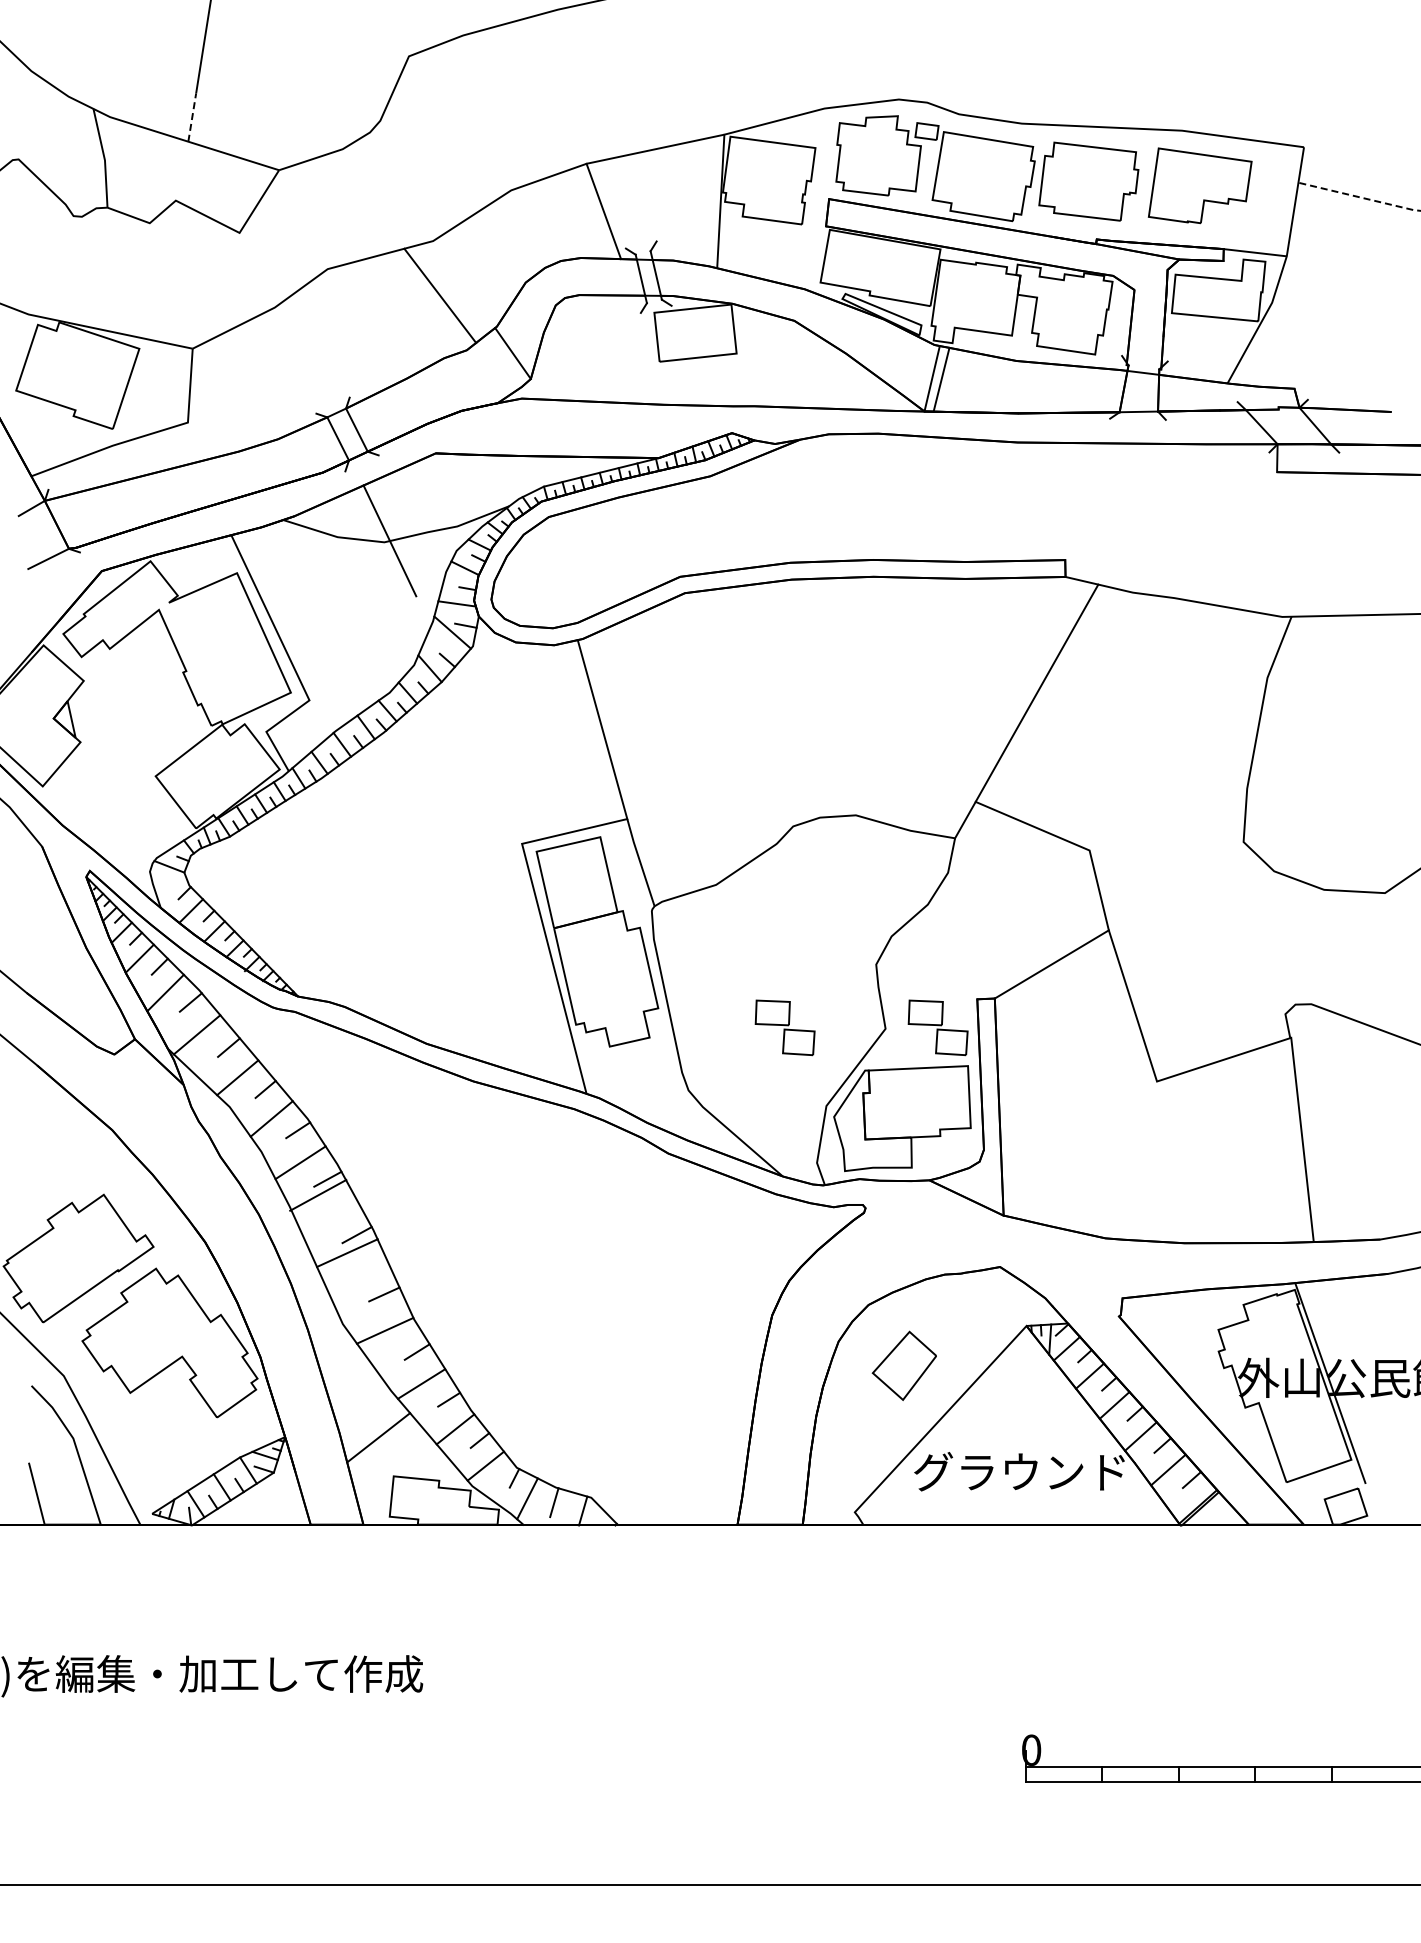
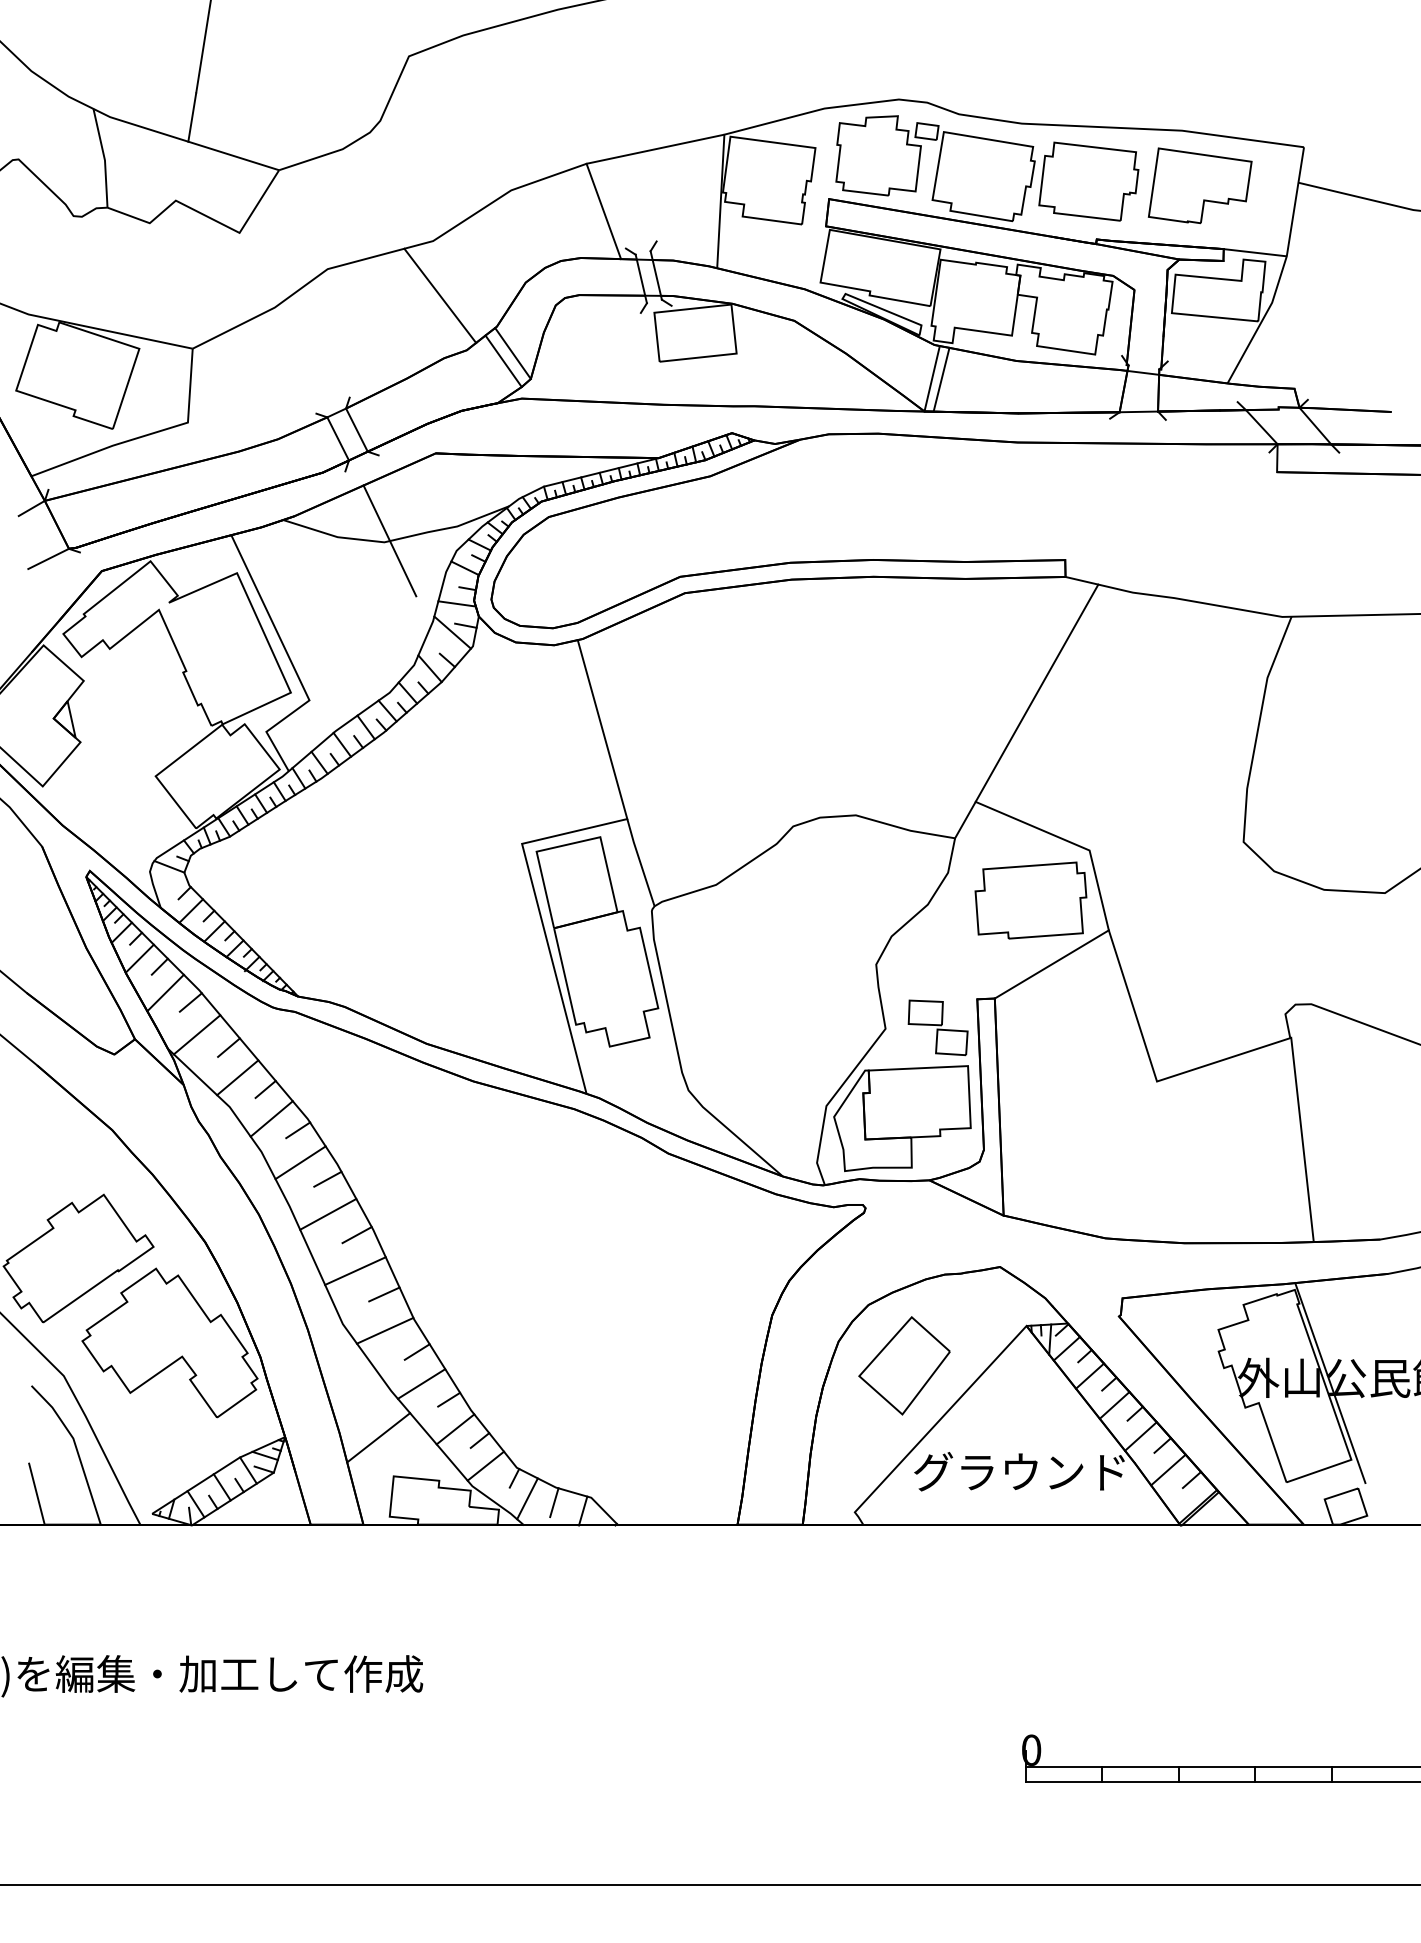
line at (192, 117): dashed -> solid
line at (1359, 197): dashed -> solid
line at (503, 361): none -> present
part at (1030, 900): none -> present
part at (784, 1027): present -> none
line at (318, 1194) position: (318, 1194) -> (328, 1213)
line at (347, 1252) position: (347, 1252) -> (355, 1270)
part at (903, 1365) size: 66x71 px -> 93x100 px
